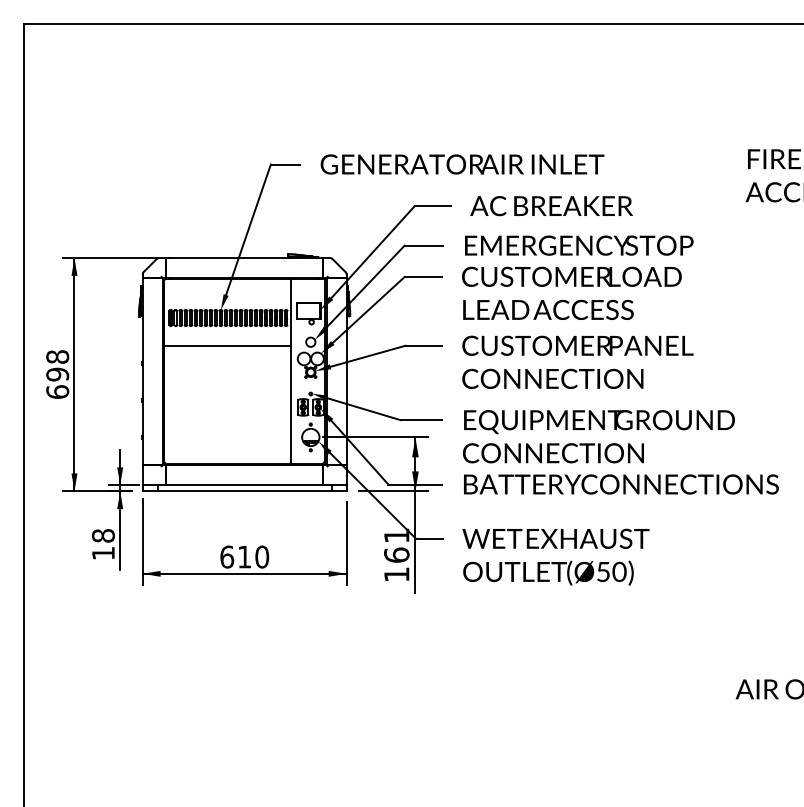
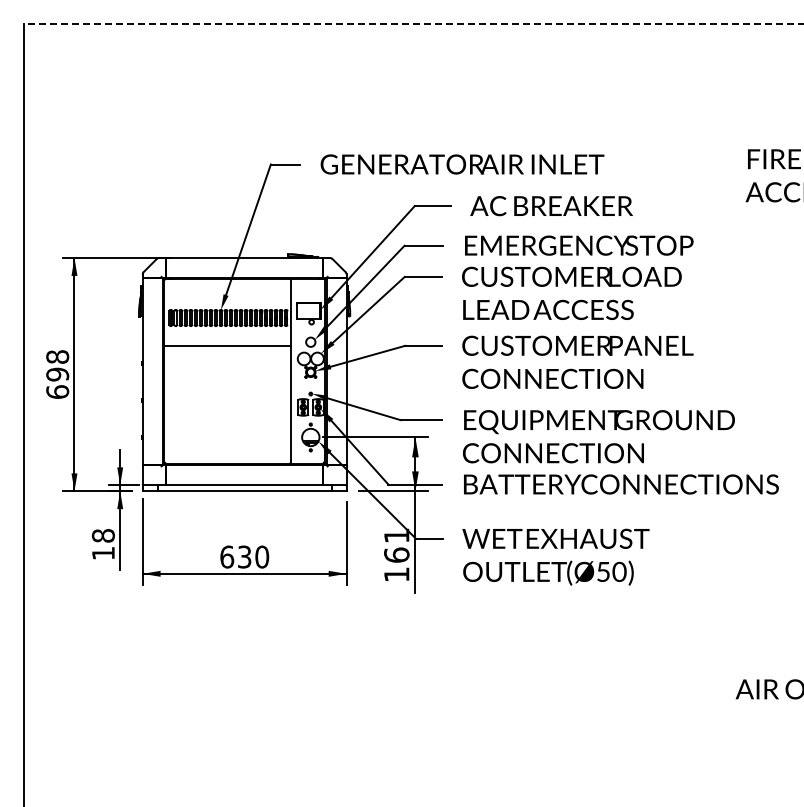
line at (413, 24): solid -> dashed
text at (244, 556): 610 -> 630
